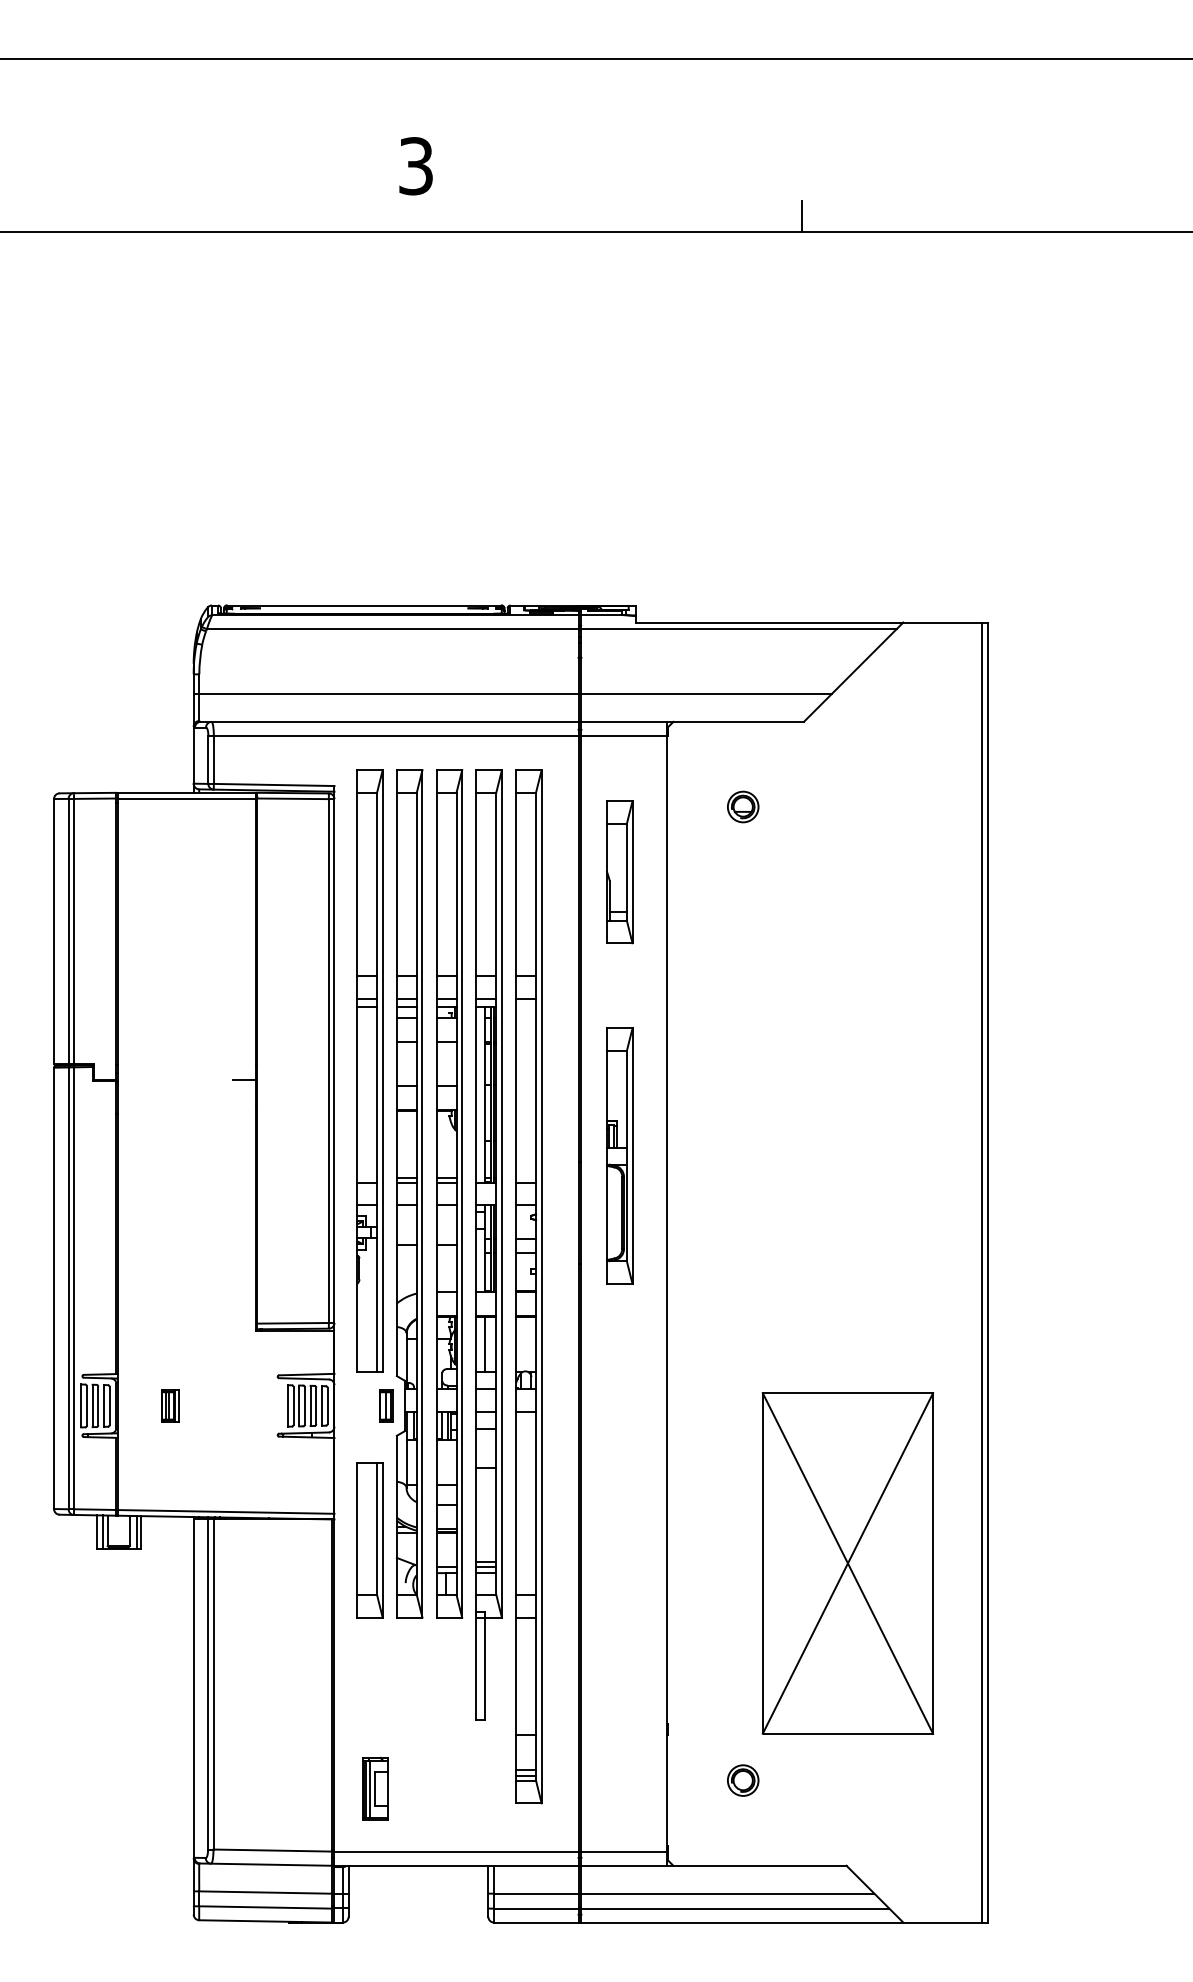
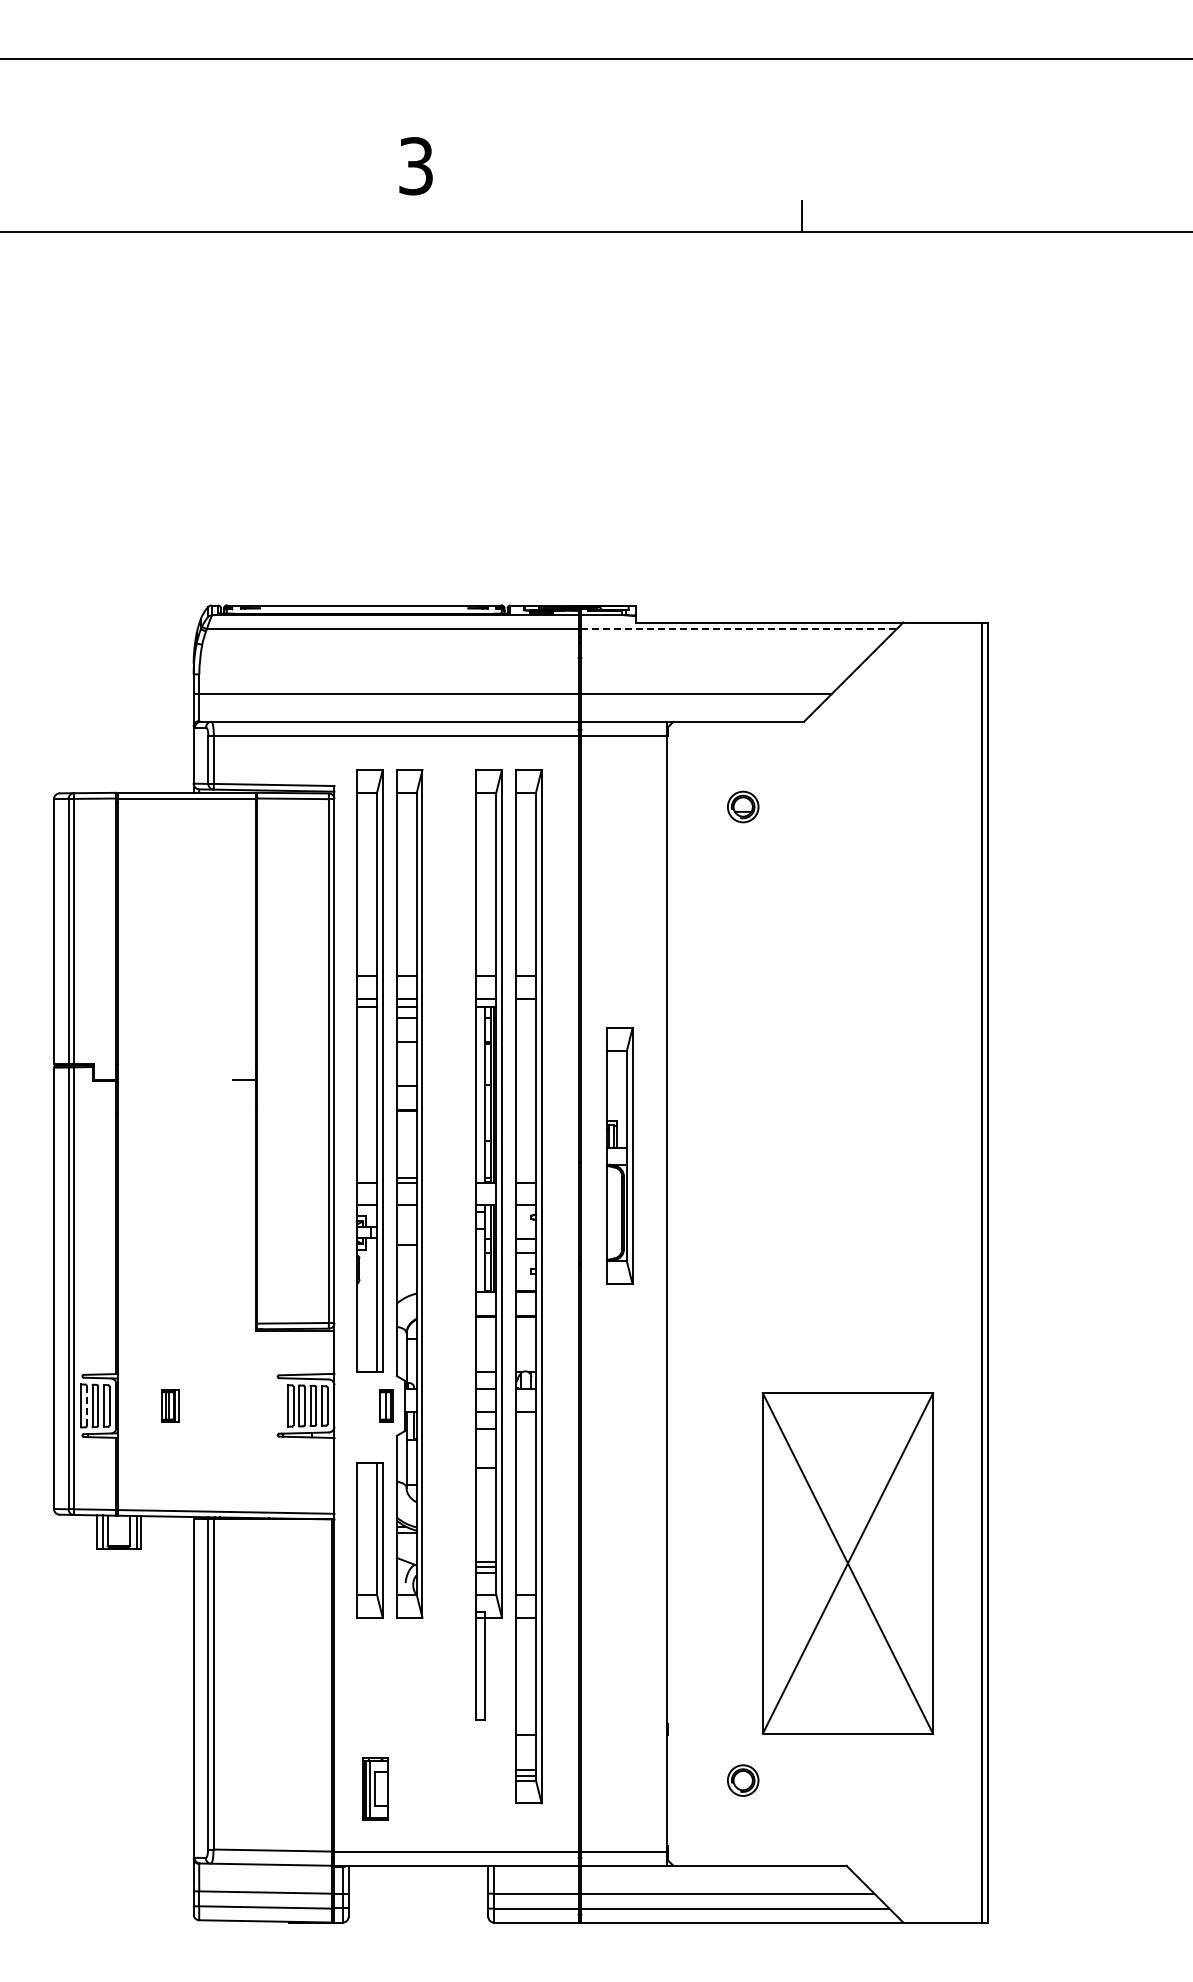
line at (738, 629): solid -> dashed
part at (619, 872): present -> none
part at (449, 1193): present -> none
line at (485, 1344): present -> none
line at (86, 1405): solid -> dashed
